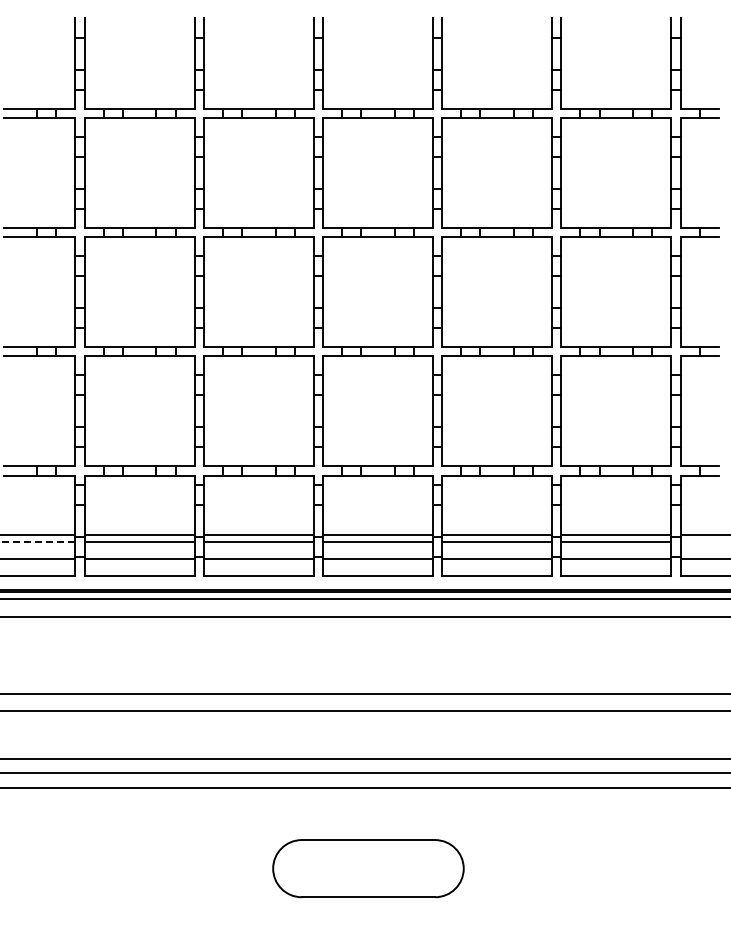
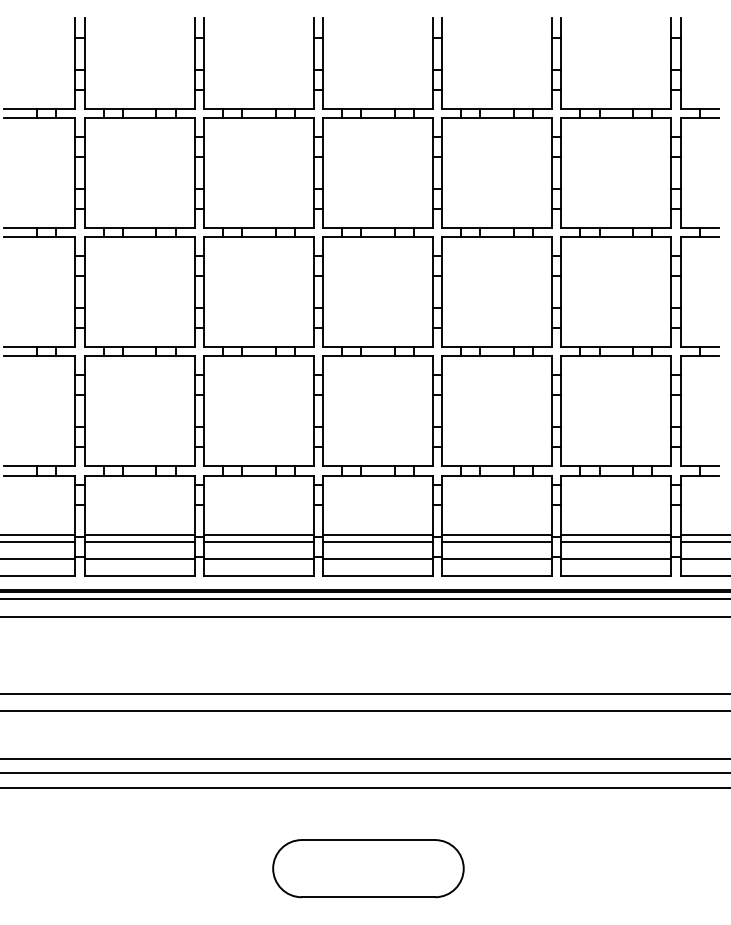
line at (37, 542): dashed -> solid
line at (703, 542): none -> present
